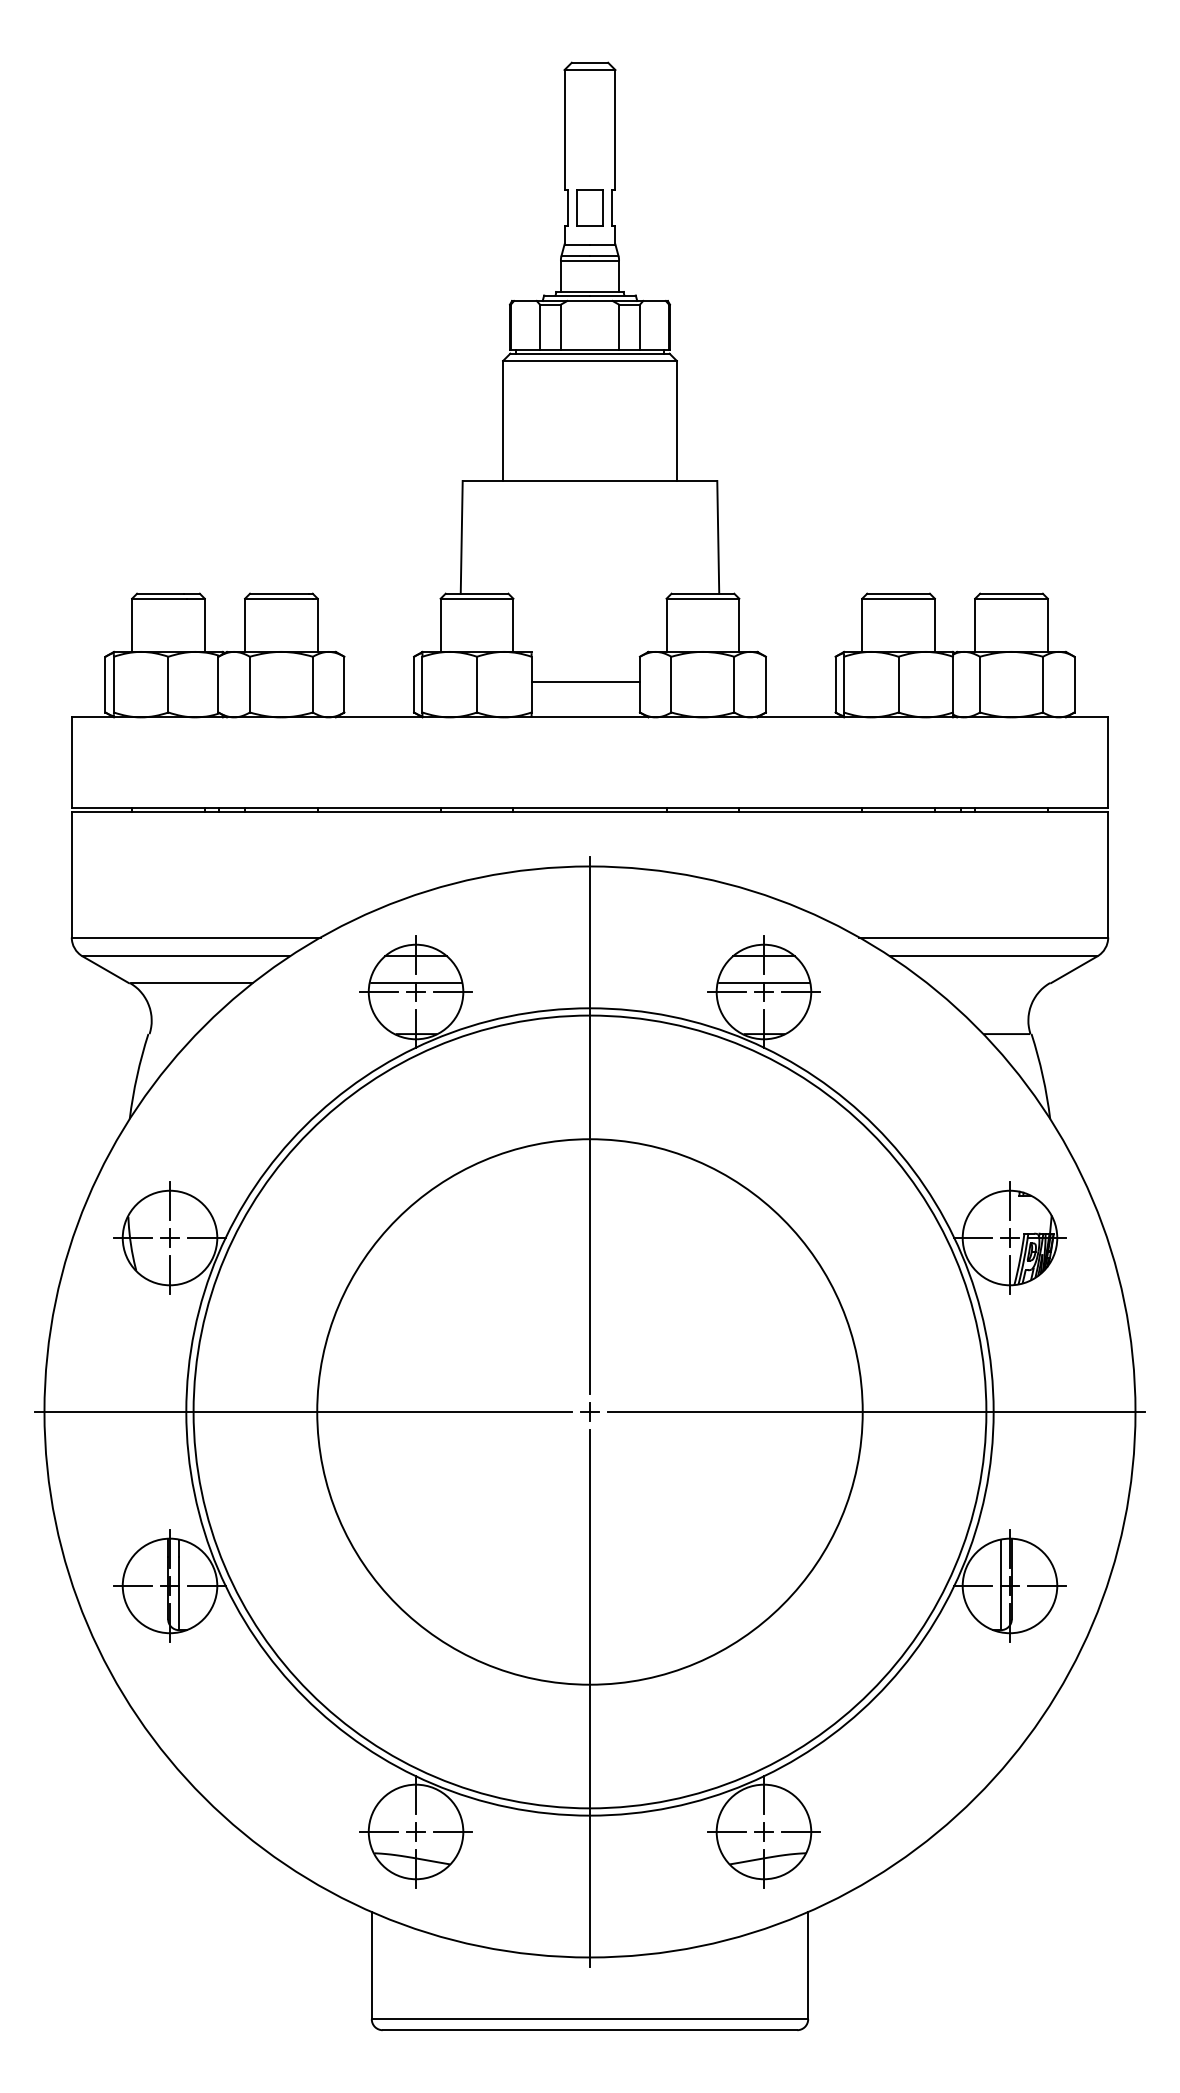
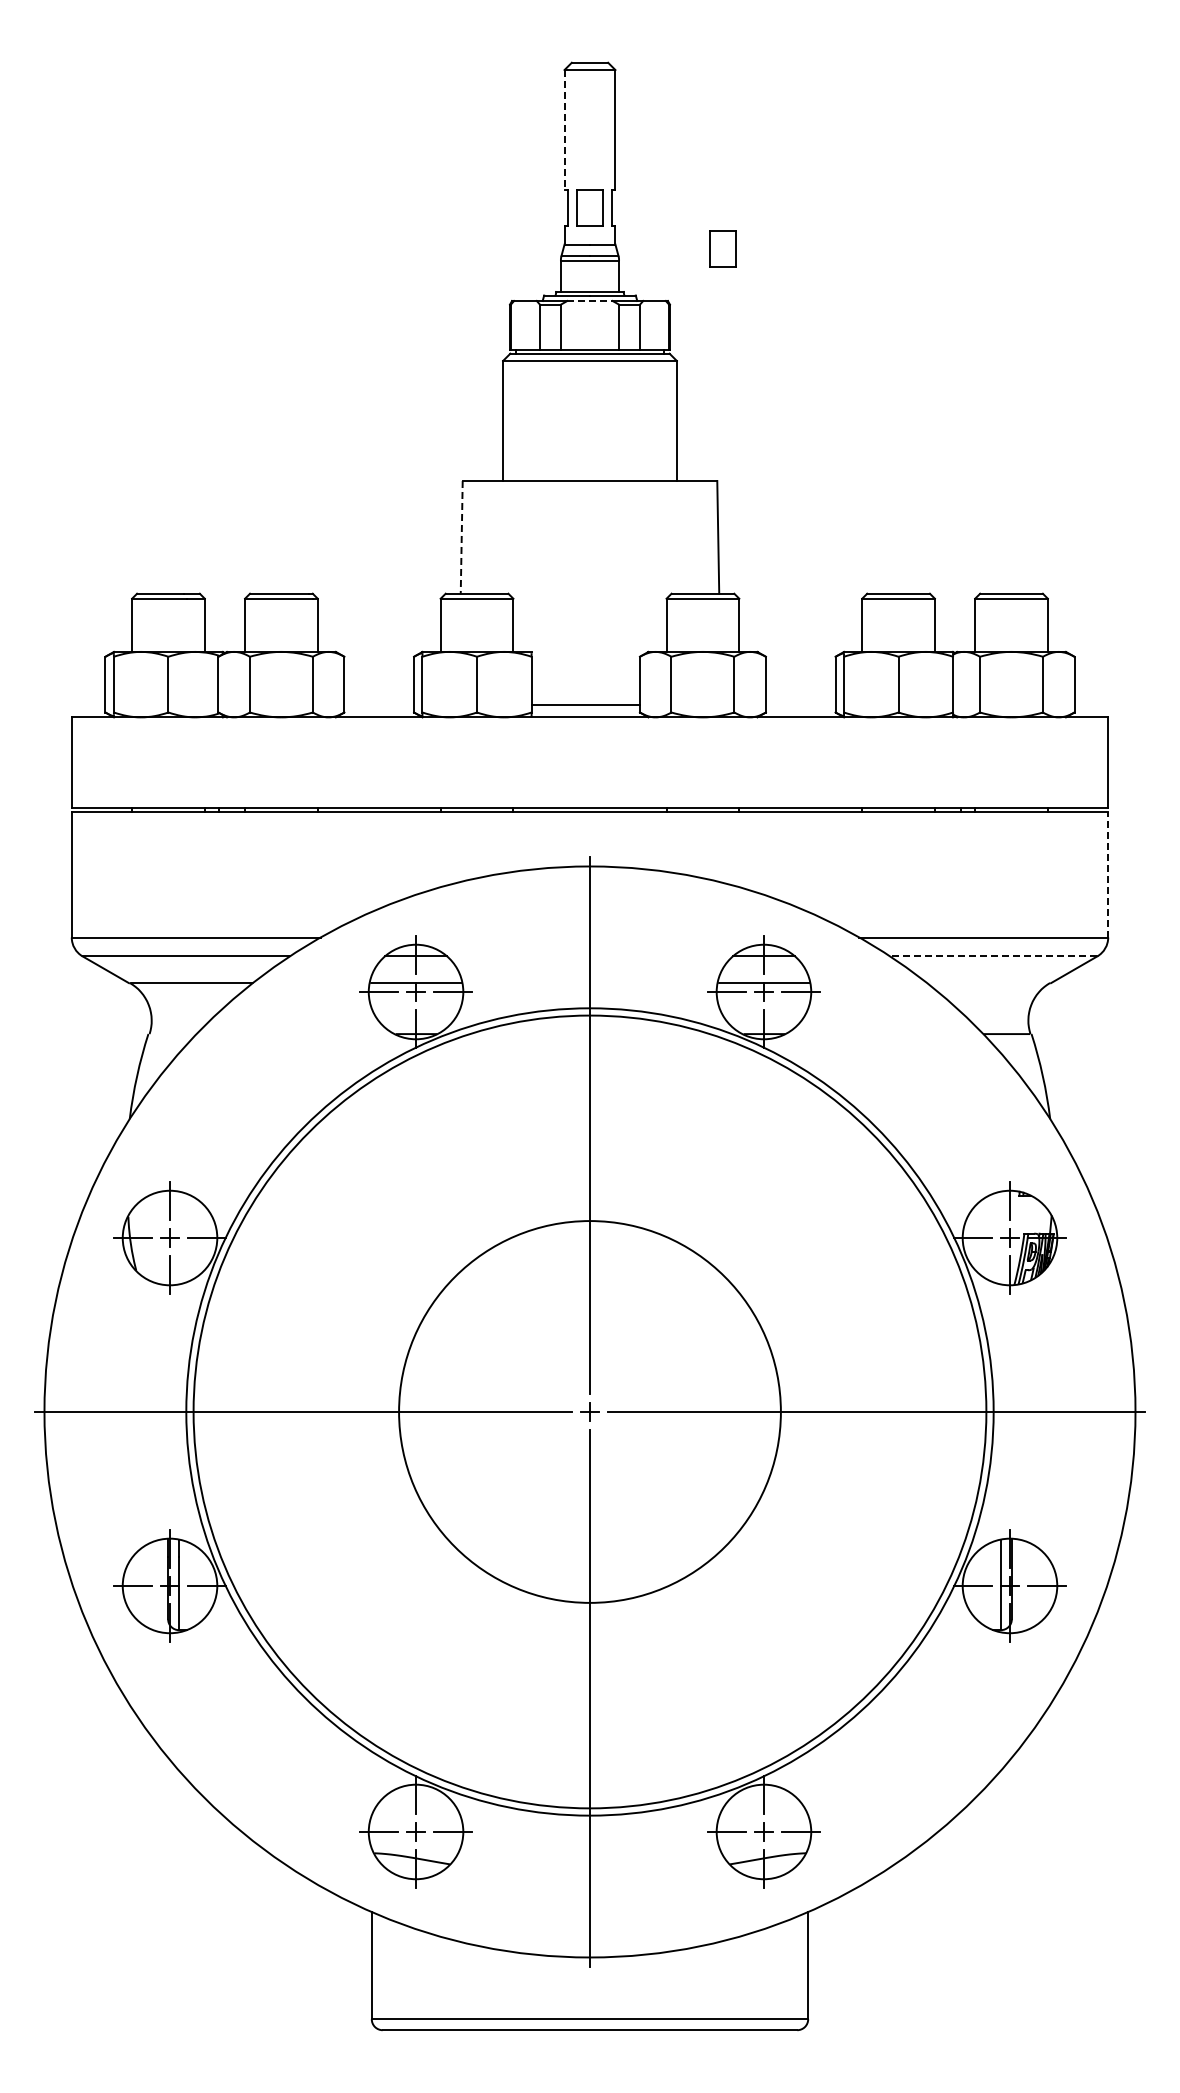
line at (564, 130): solid -> dashed
part at (722, 248): none -> present
line at (589, 300): solid -> dashed
line at (461, 537): solid -> dashed
line at (585, 681) position: (585, 681) -> (585, 704)
line at (1108, 874): solid -> dashed
line at (993, 956): solid -> dashed
circle at (589, 1411) diameter: 545 px -> 382 px
